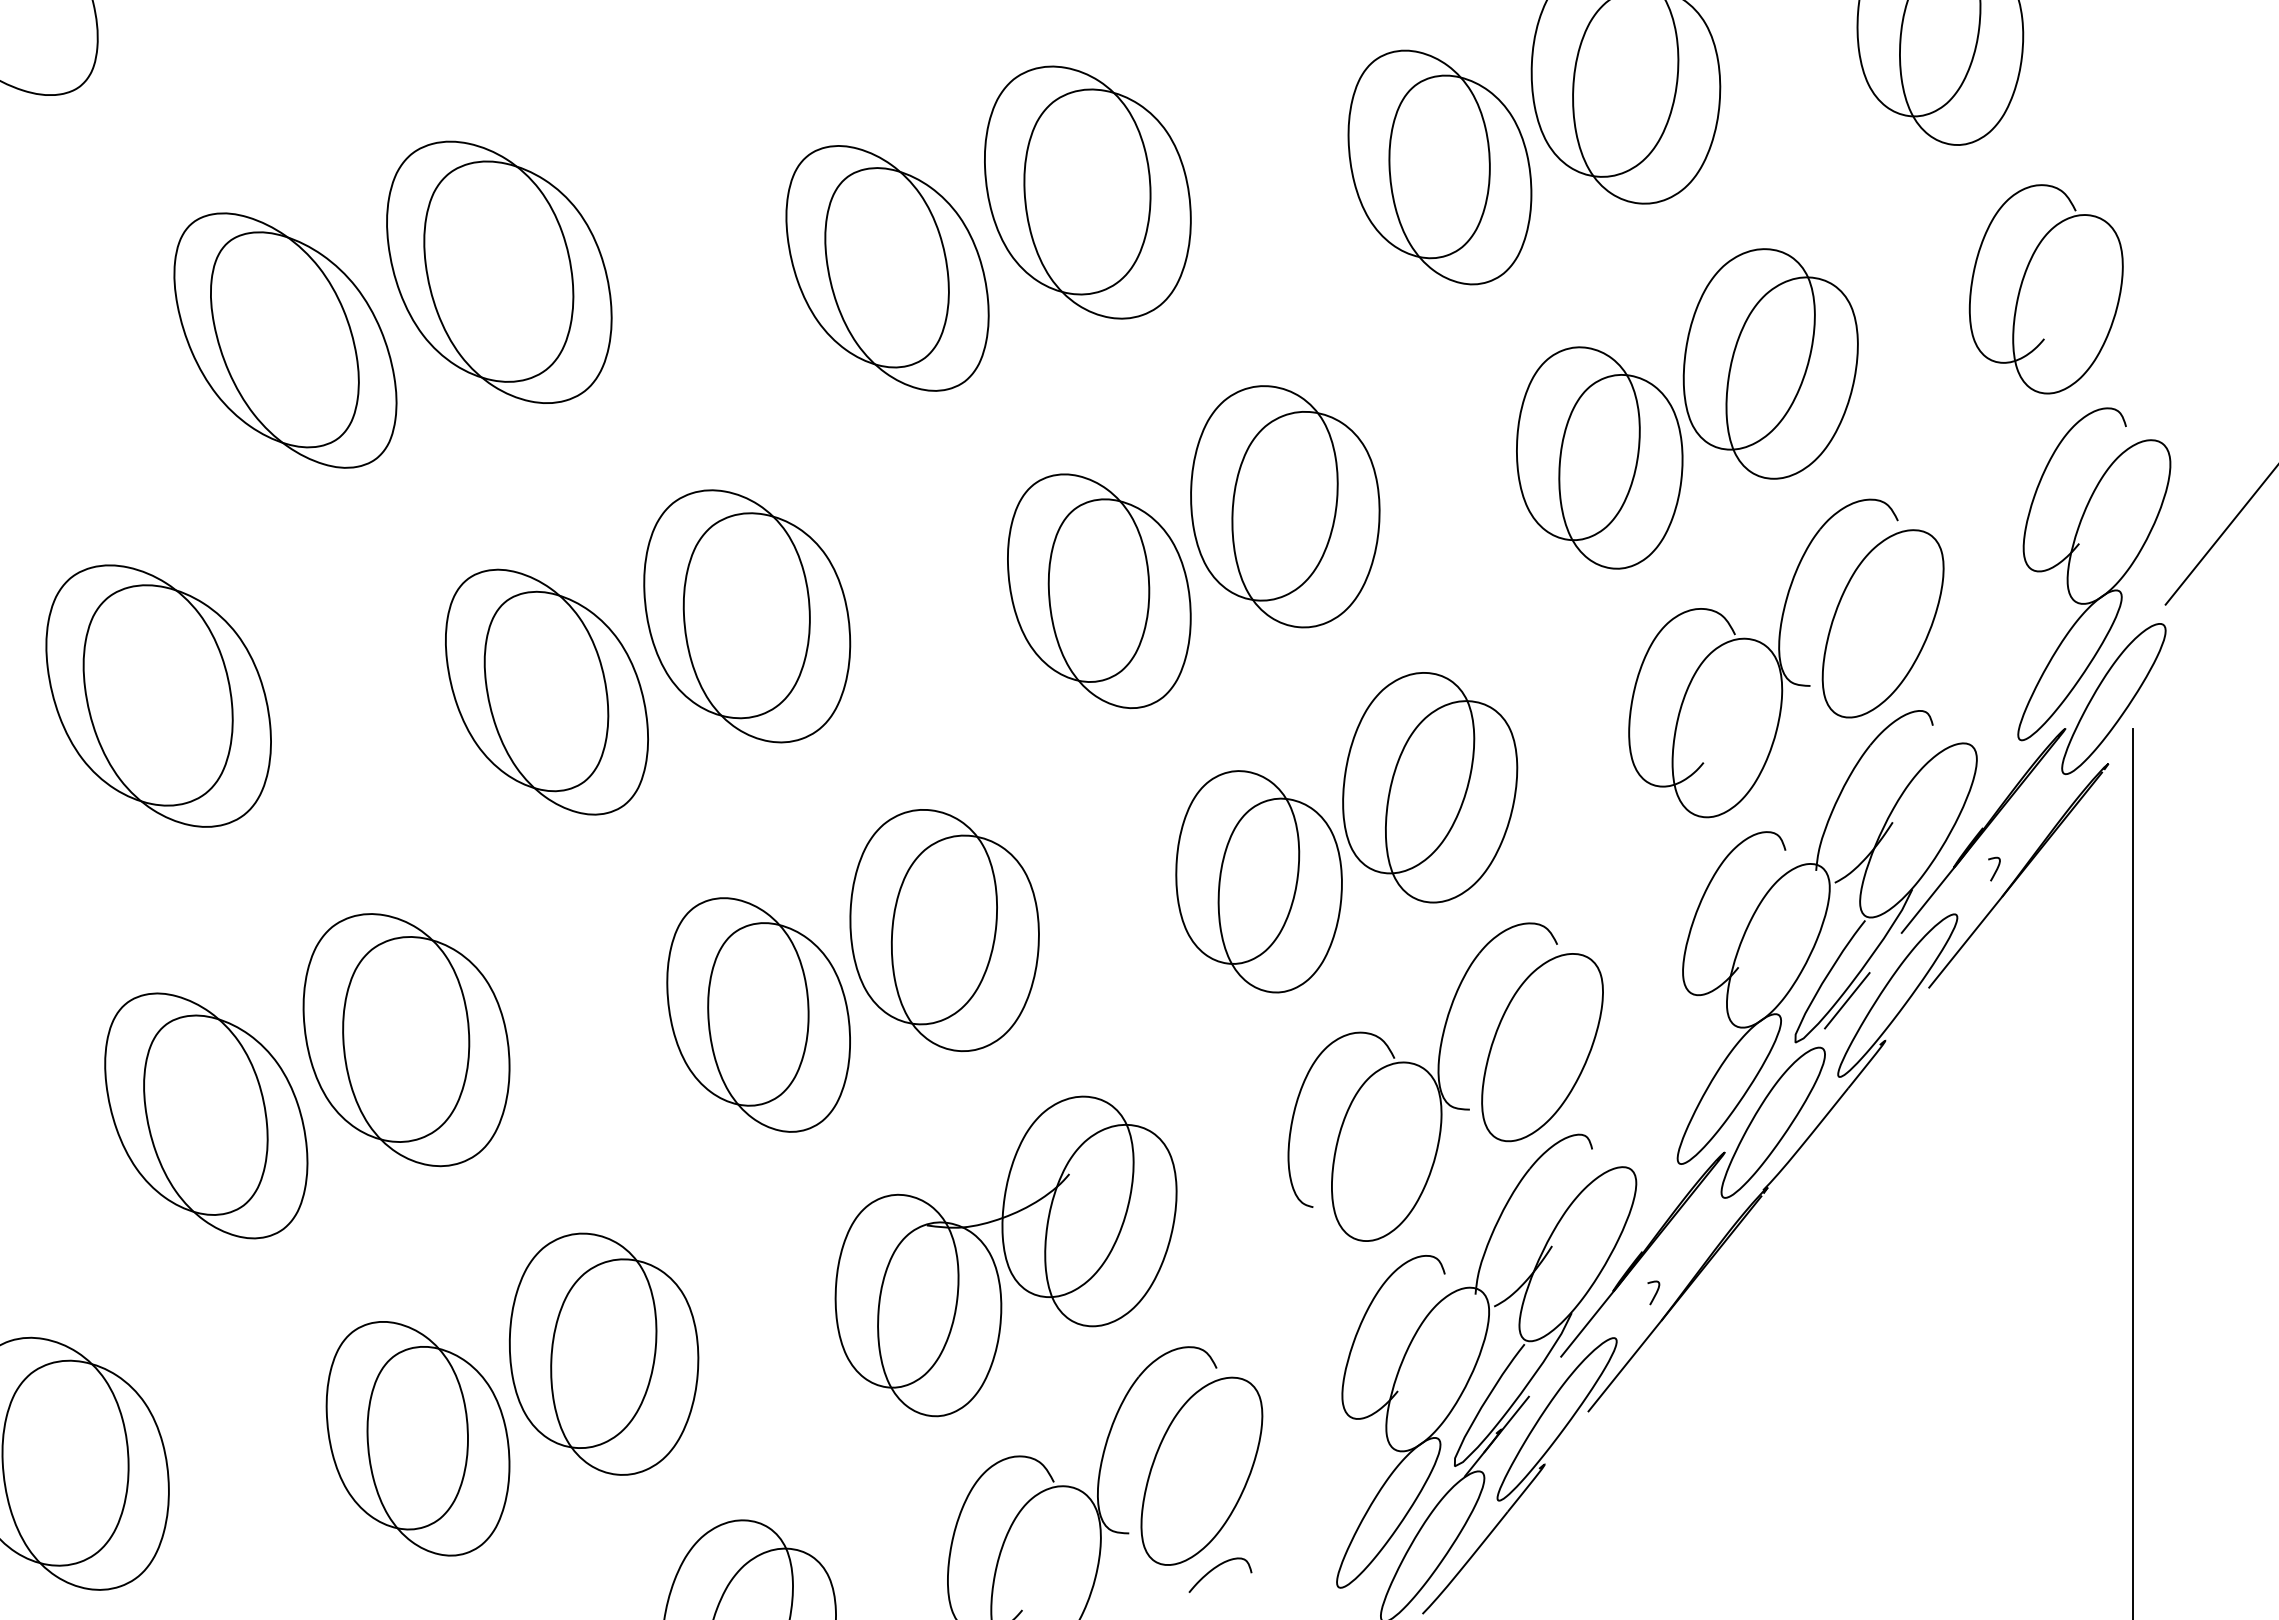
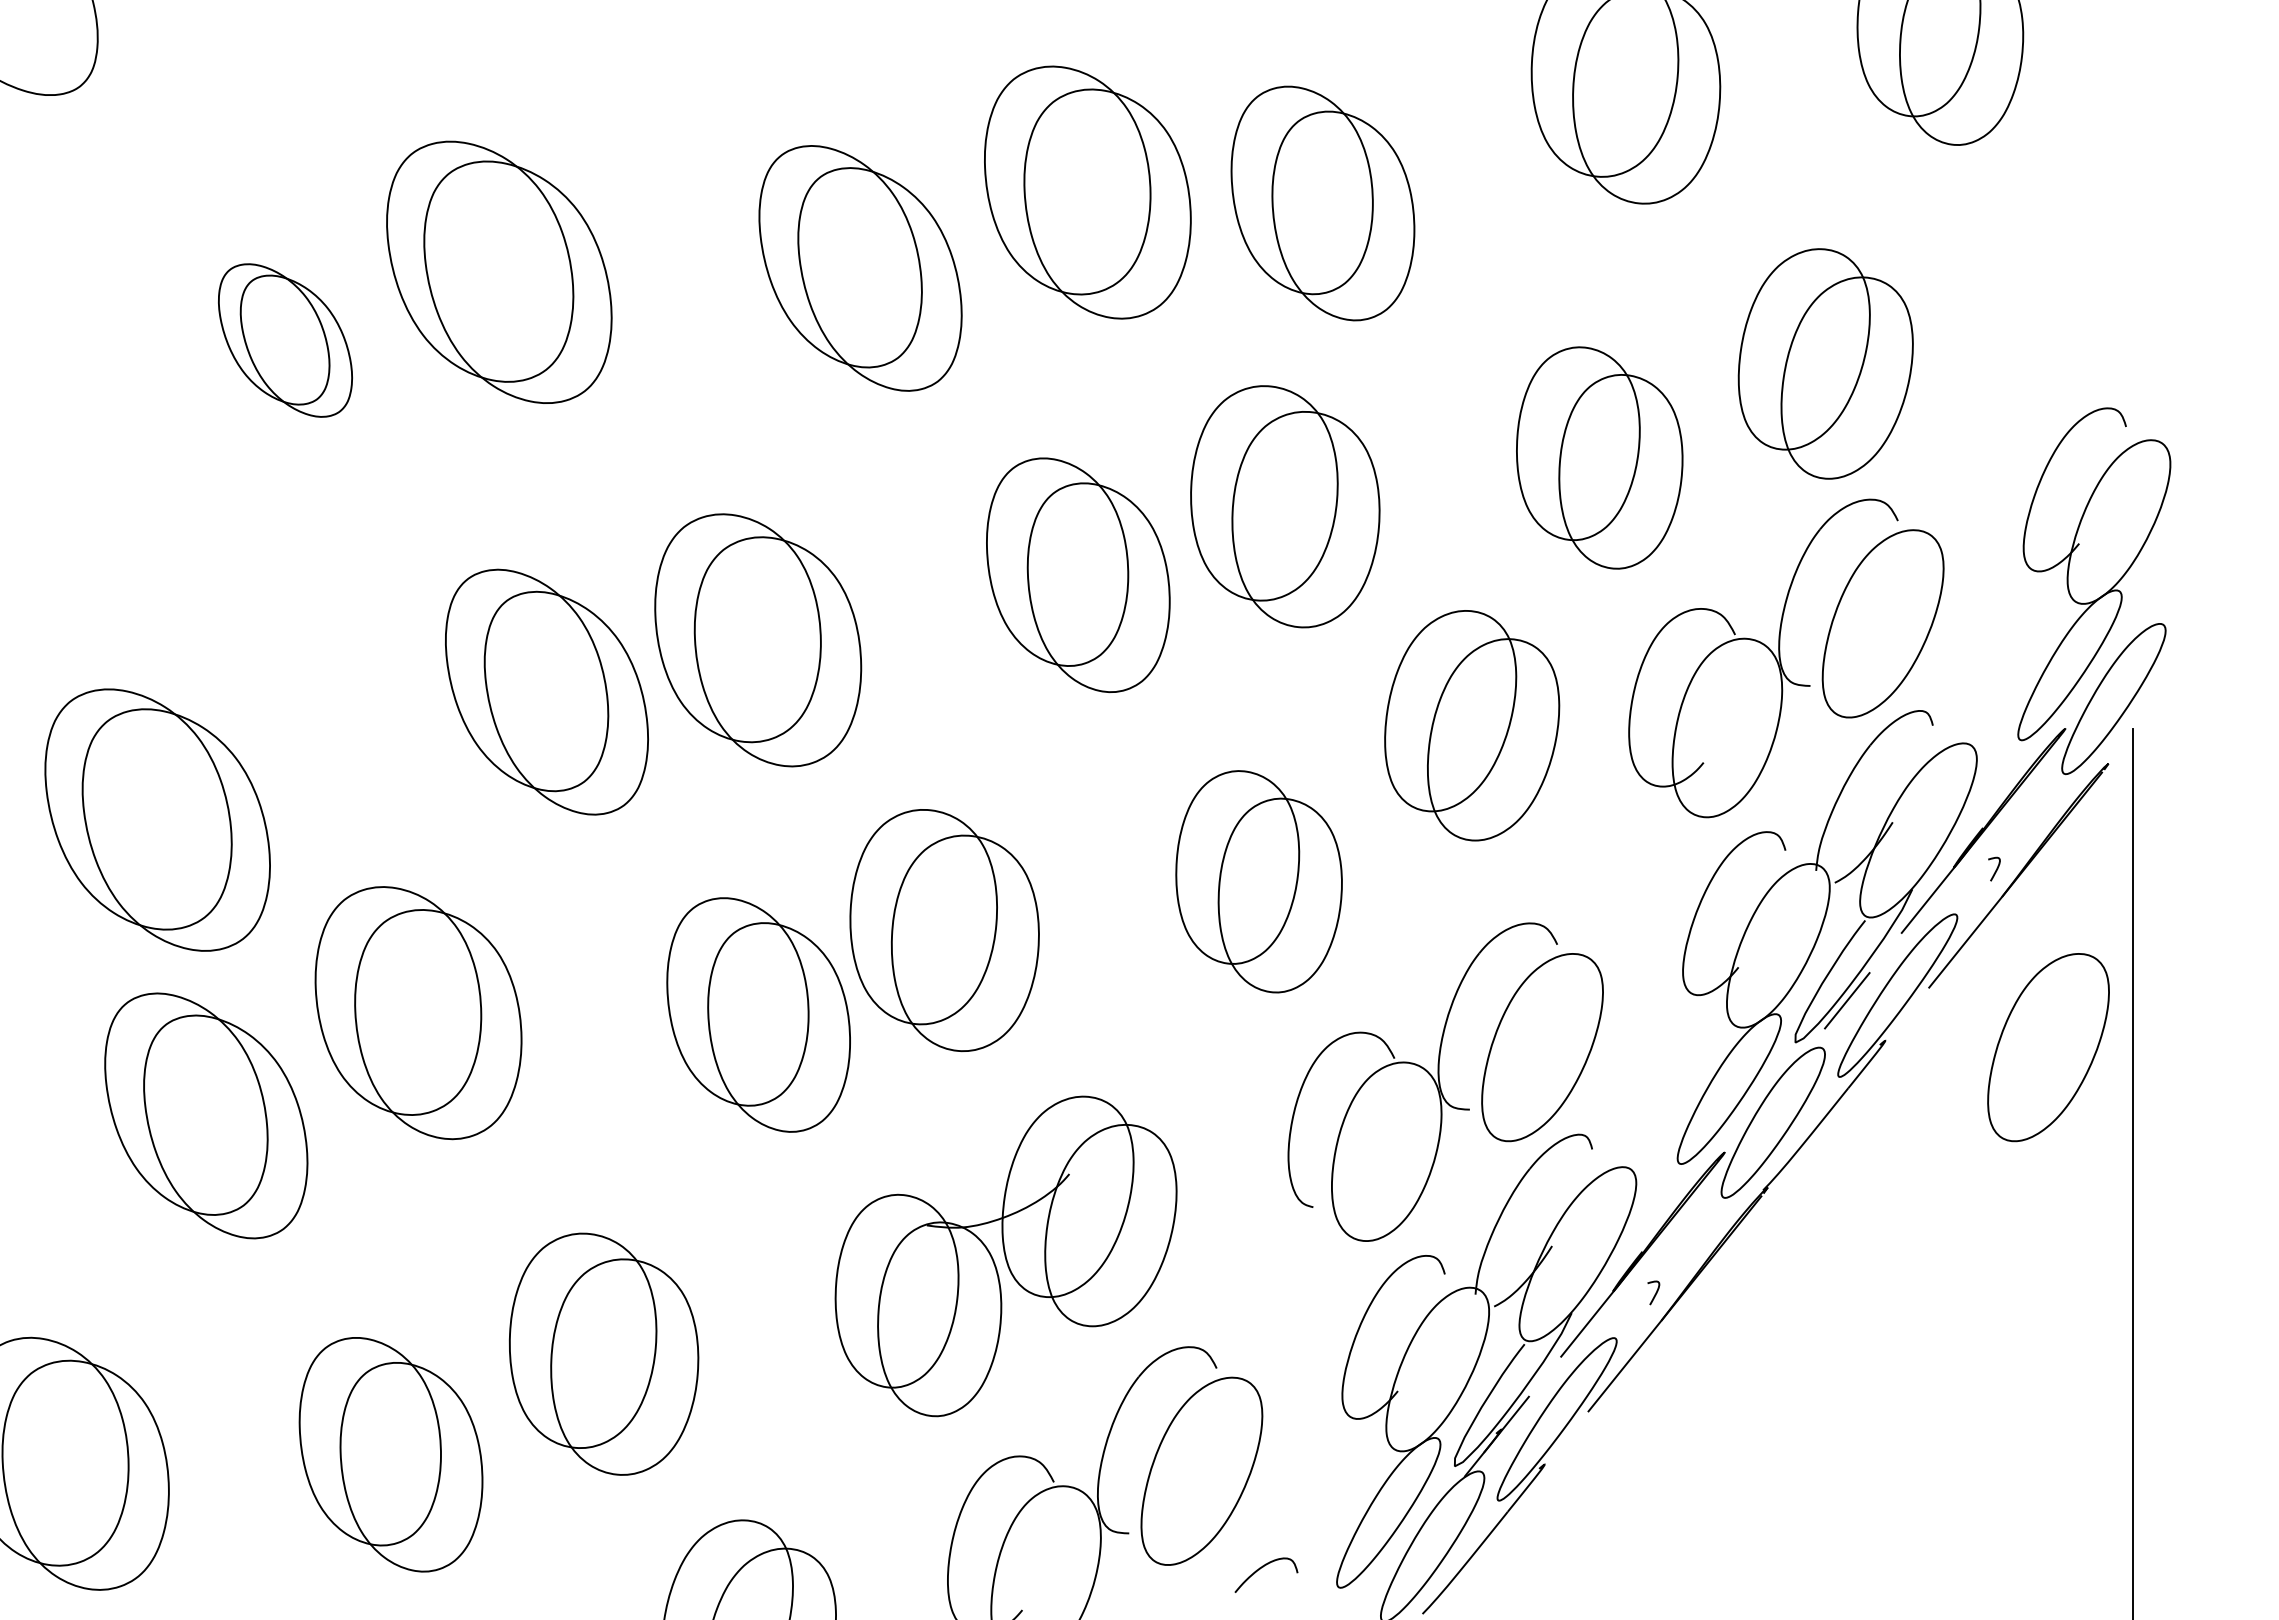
part at (1439, 167) position: (1439, 167) -> (1322, 203)
part at (887, 268) position: (887, 268) -> (860, 268)
part at (2045, 289): present -> none
part at (285, 340) size: 225x257 px -> 135x155 px
part at (1770, 363) position: (1770, 363) -> (1825, 363)
line at (2220, 535): present -> none
part at (1099, 591) position: (1099, 591) -> (1078, 575)
part at (747, 616) position: (747, 616) -> (758, 640)
part at (158, 695) position: (158, 695) -> (157, 819)
part at (1430, 787) position: (1430, 787) -> (1472, 725)
part at (406, 1040) position: (406, 1040) -> (418, 1013)
part at (2048, 1047): none -> present
part at (417, 1438) position: (417, 1438) -> (390, 1454)
curve at (1217, 1567) position: (1217, 1567) -> (1263, 1567)
